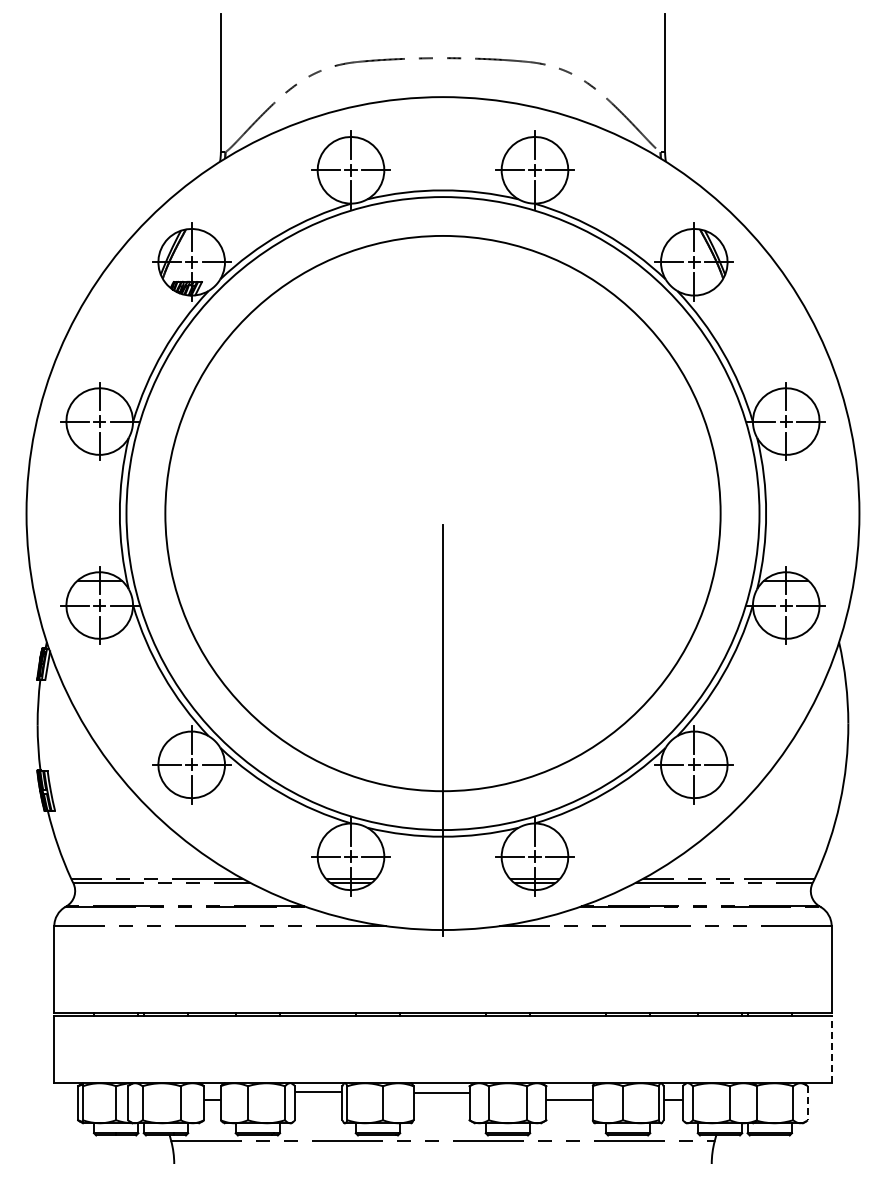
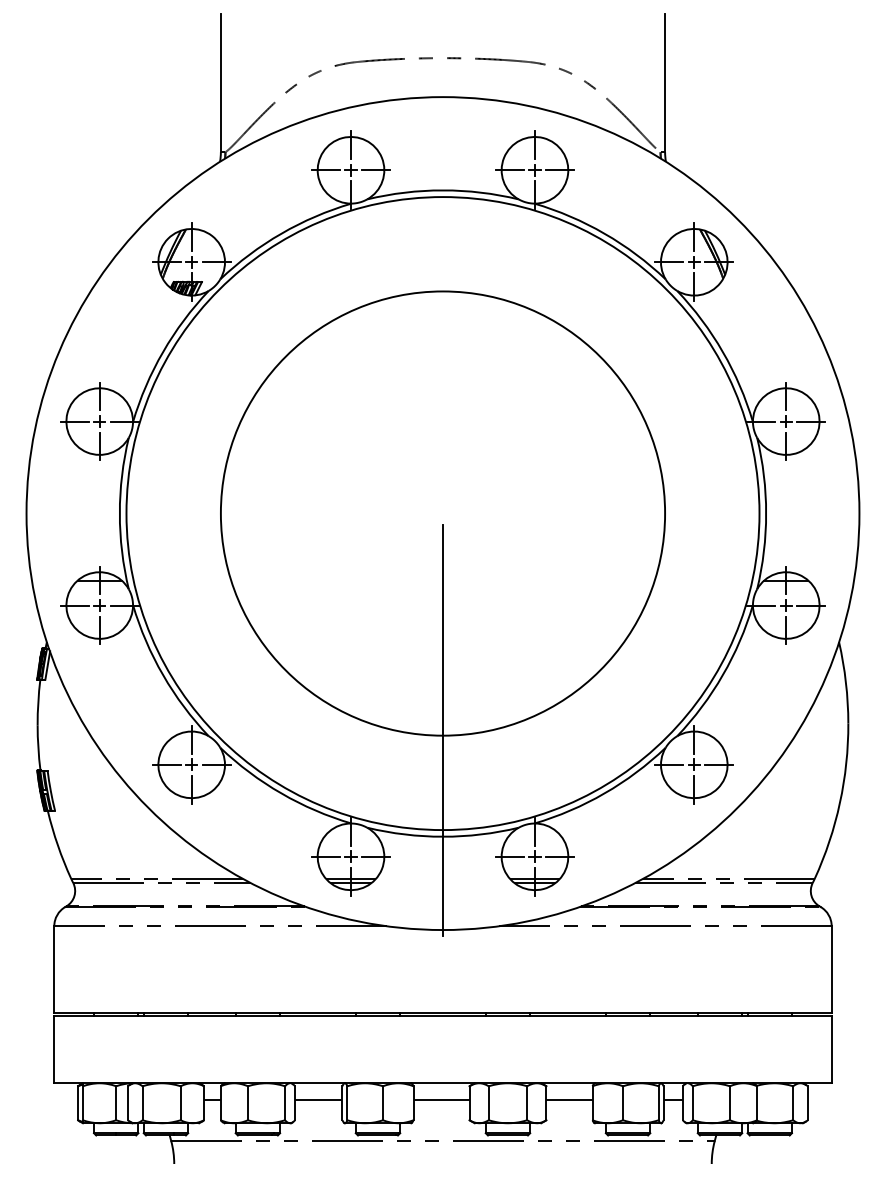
circle at (442, 513) diameter: 555 px -> 444 px
line at (831, 1049): dashed -> solid
line at (318, 1091) position: (318, 1091) -> (318, 1099)
line at (441, 1092) position: (441, 1092) -> (441, 1099)
line at (807, 1103): dashed -> solid
